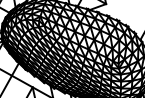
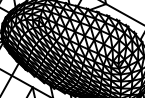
line at (123, 13): none -> present
